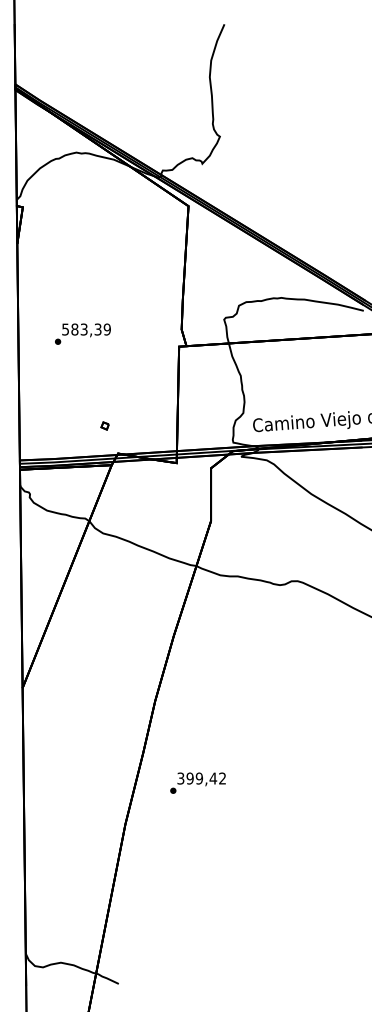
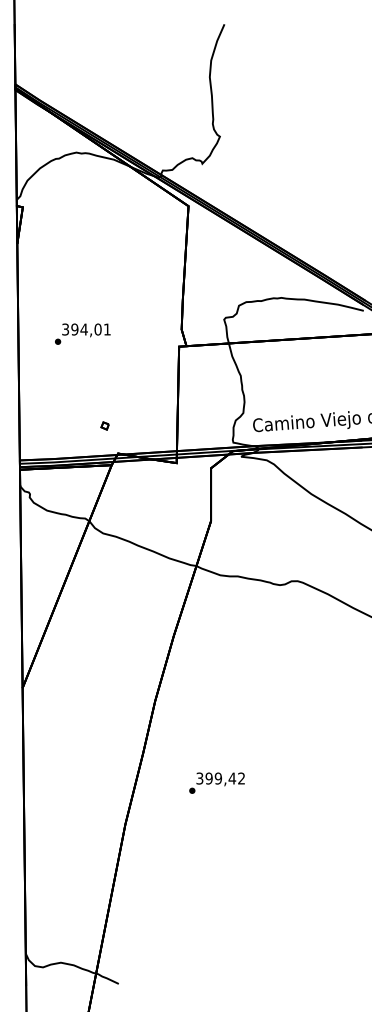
text at (86, 329): 583,39 -> 394,01
text at (197, 782) position: (197, 782) -> (216, 782)
